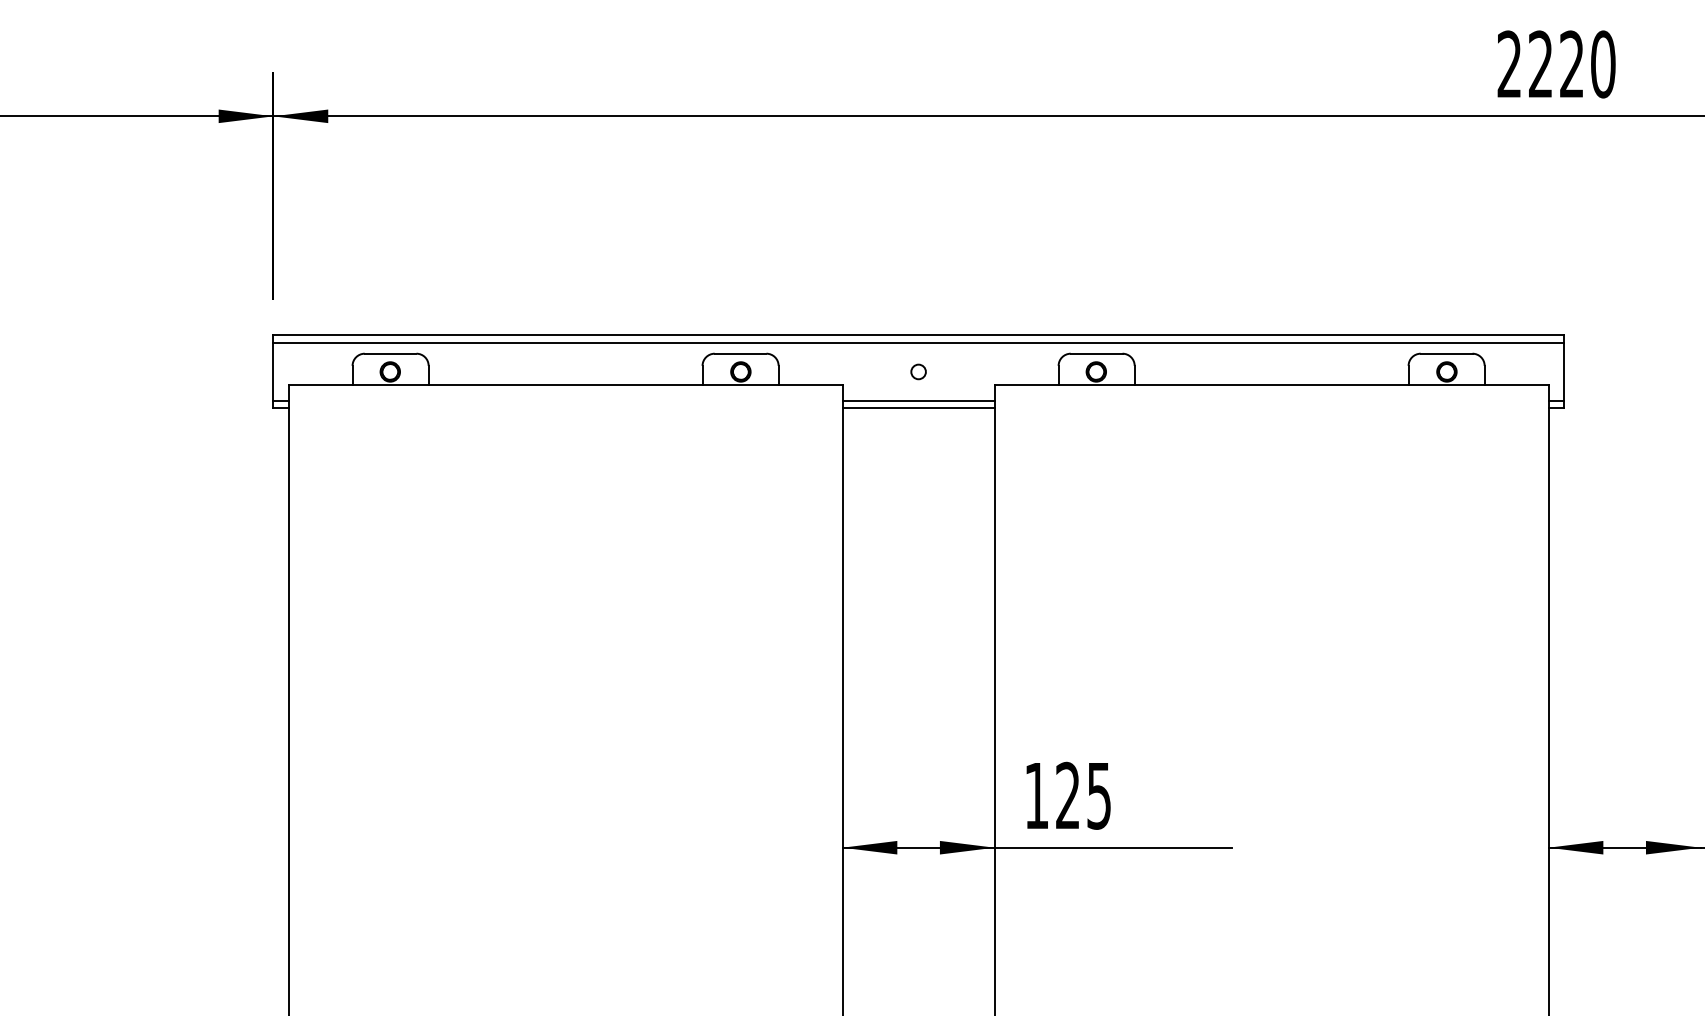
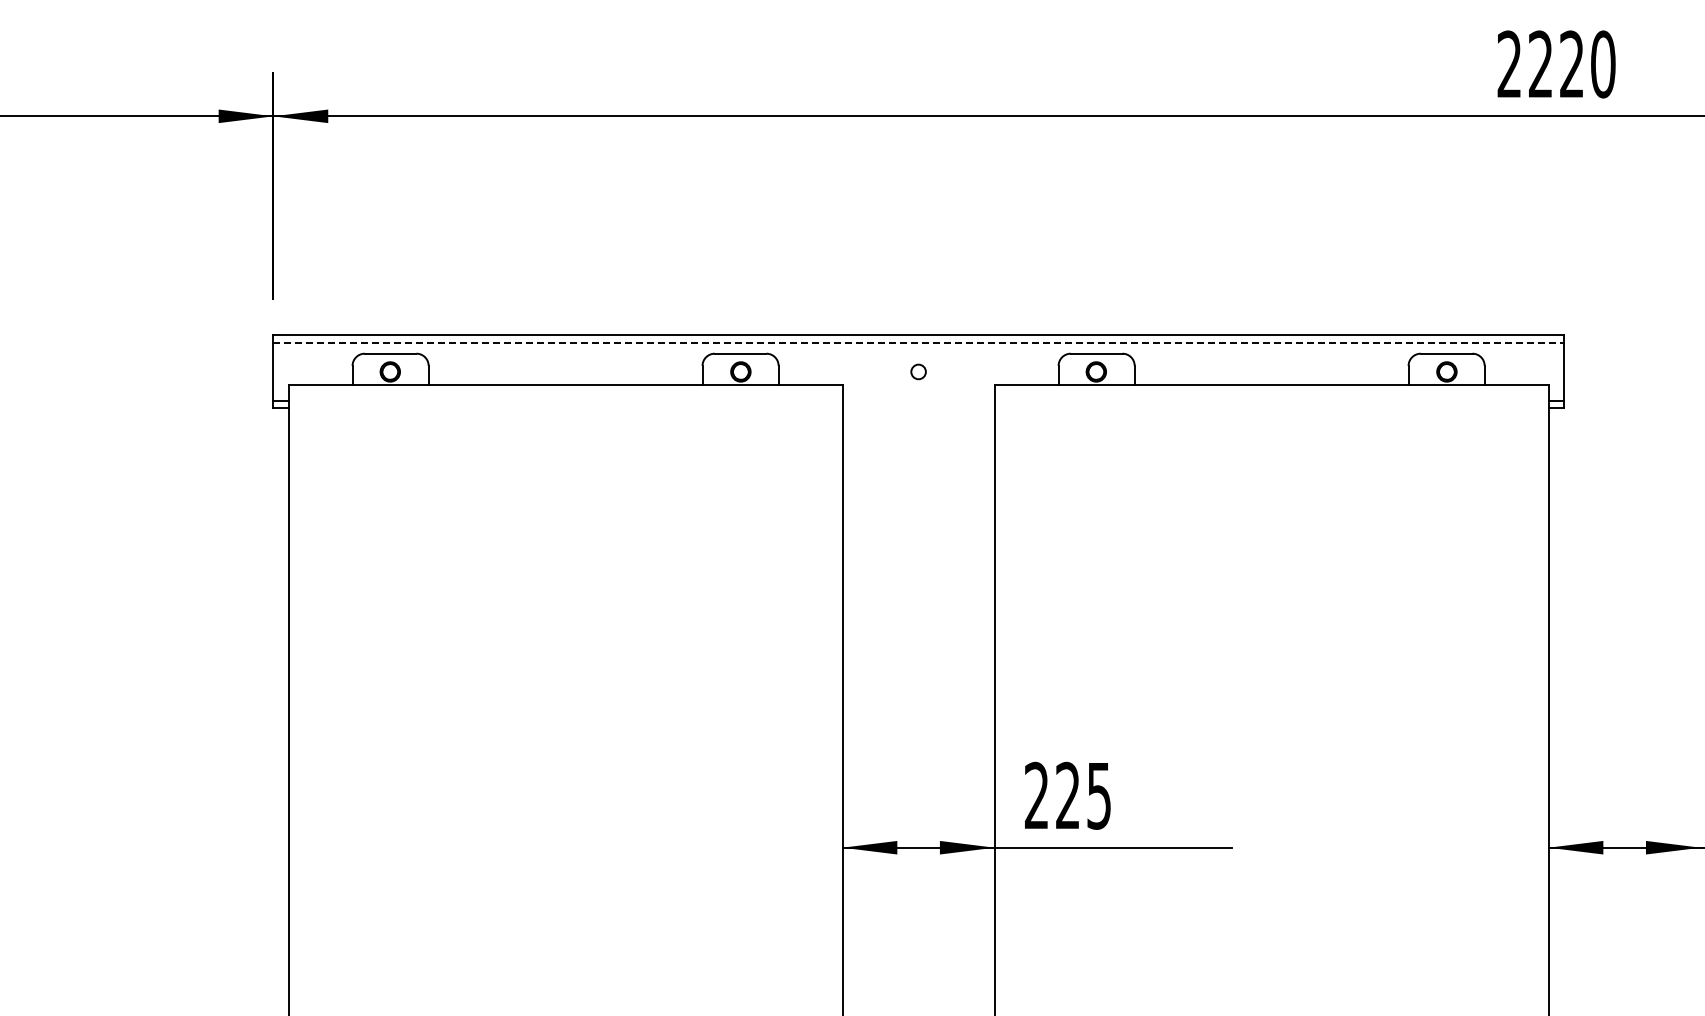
line at (919, 342): solid -> dashed
line at (918, 401): present -> none
line at (918, 408): present -> none
text at (1036, 794): 125 -> 225
